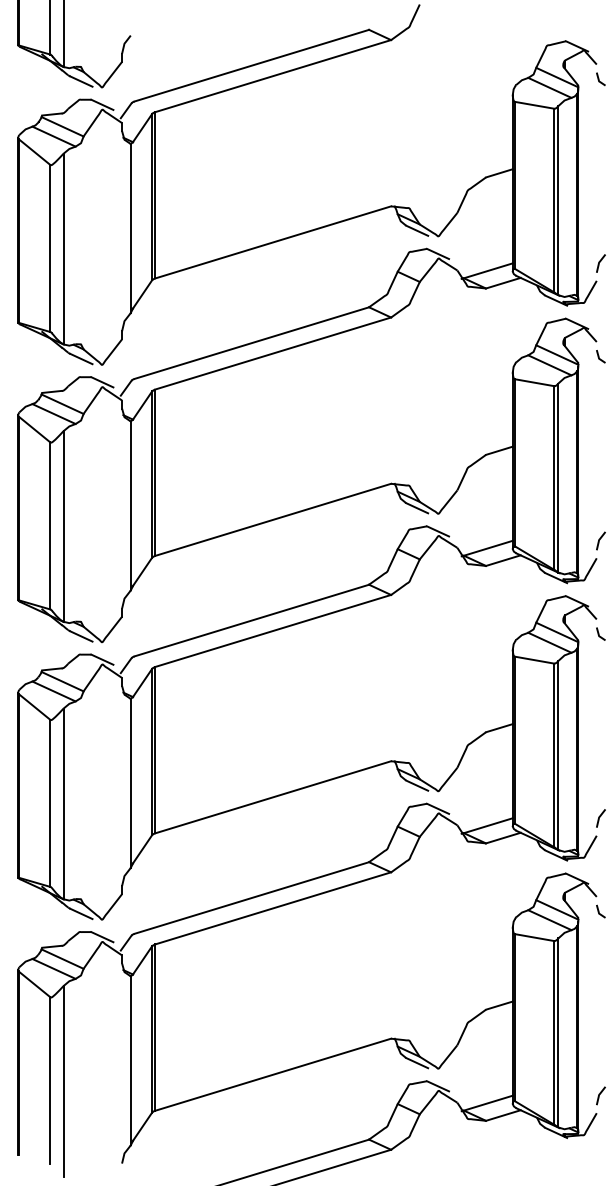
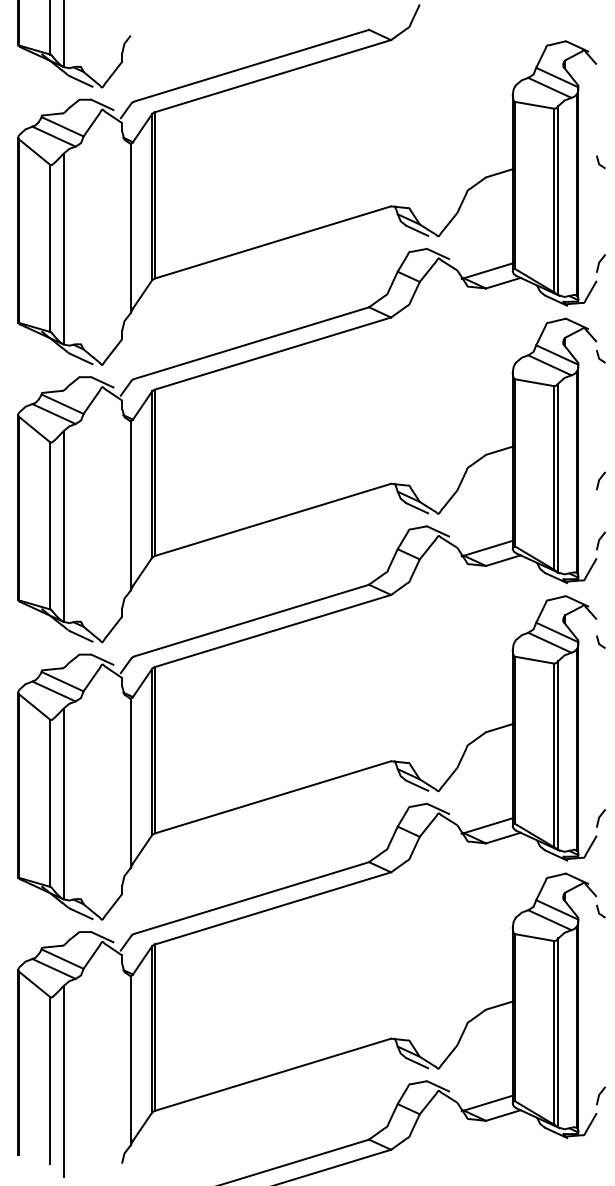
curve at (599, 79) position: (599, 79) -> (599, 162)
curve at (600, 479): none -> present
curve at (599, 633) position: (599, 633) -> (599, 641)
